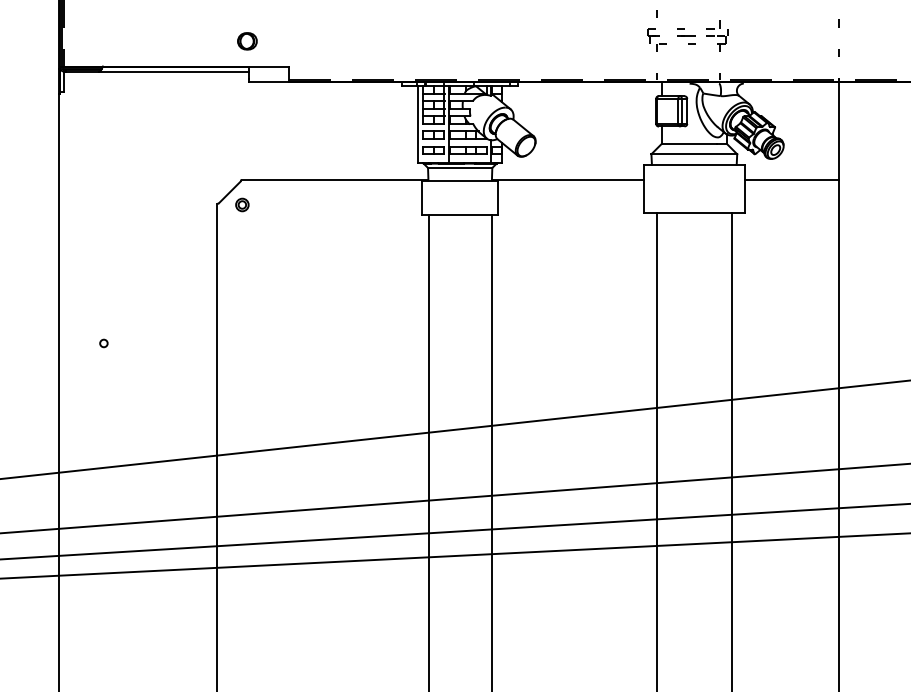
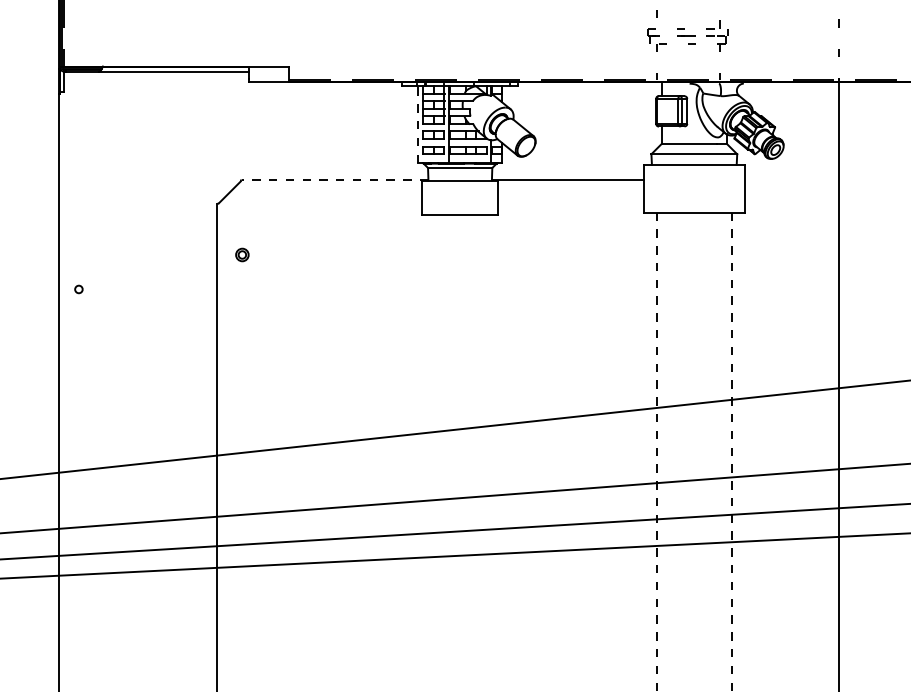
part at (247, 41): present -> none
line at (418, 124): solid -> dashed
line at (334, 179): solid -> dashed
line at (791, 179): present -> none
part at (242, 204) position: (242, 204) -> (242, 254)
circle at (103, 343) position: (103, 343) -> (78, 289)
line at (428, 451): present -> none
line at (491, 451): present -> none
line at (656, 452): solid -> dashed
line at (732, 452): solid -> dashed
